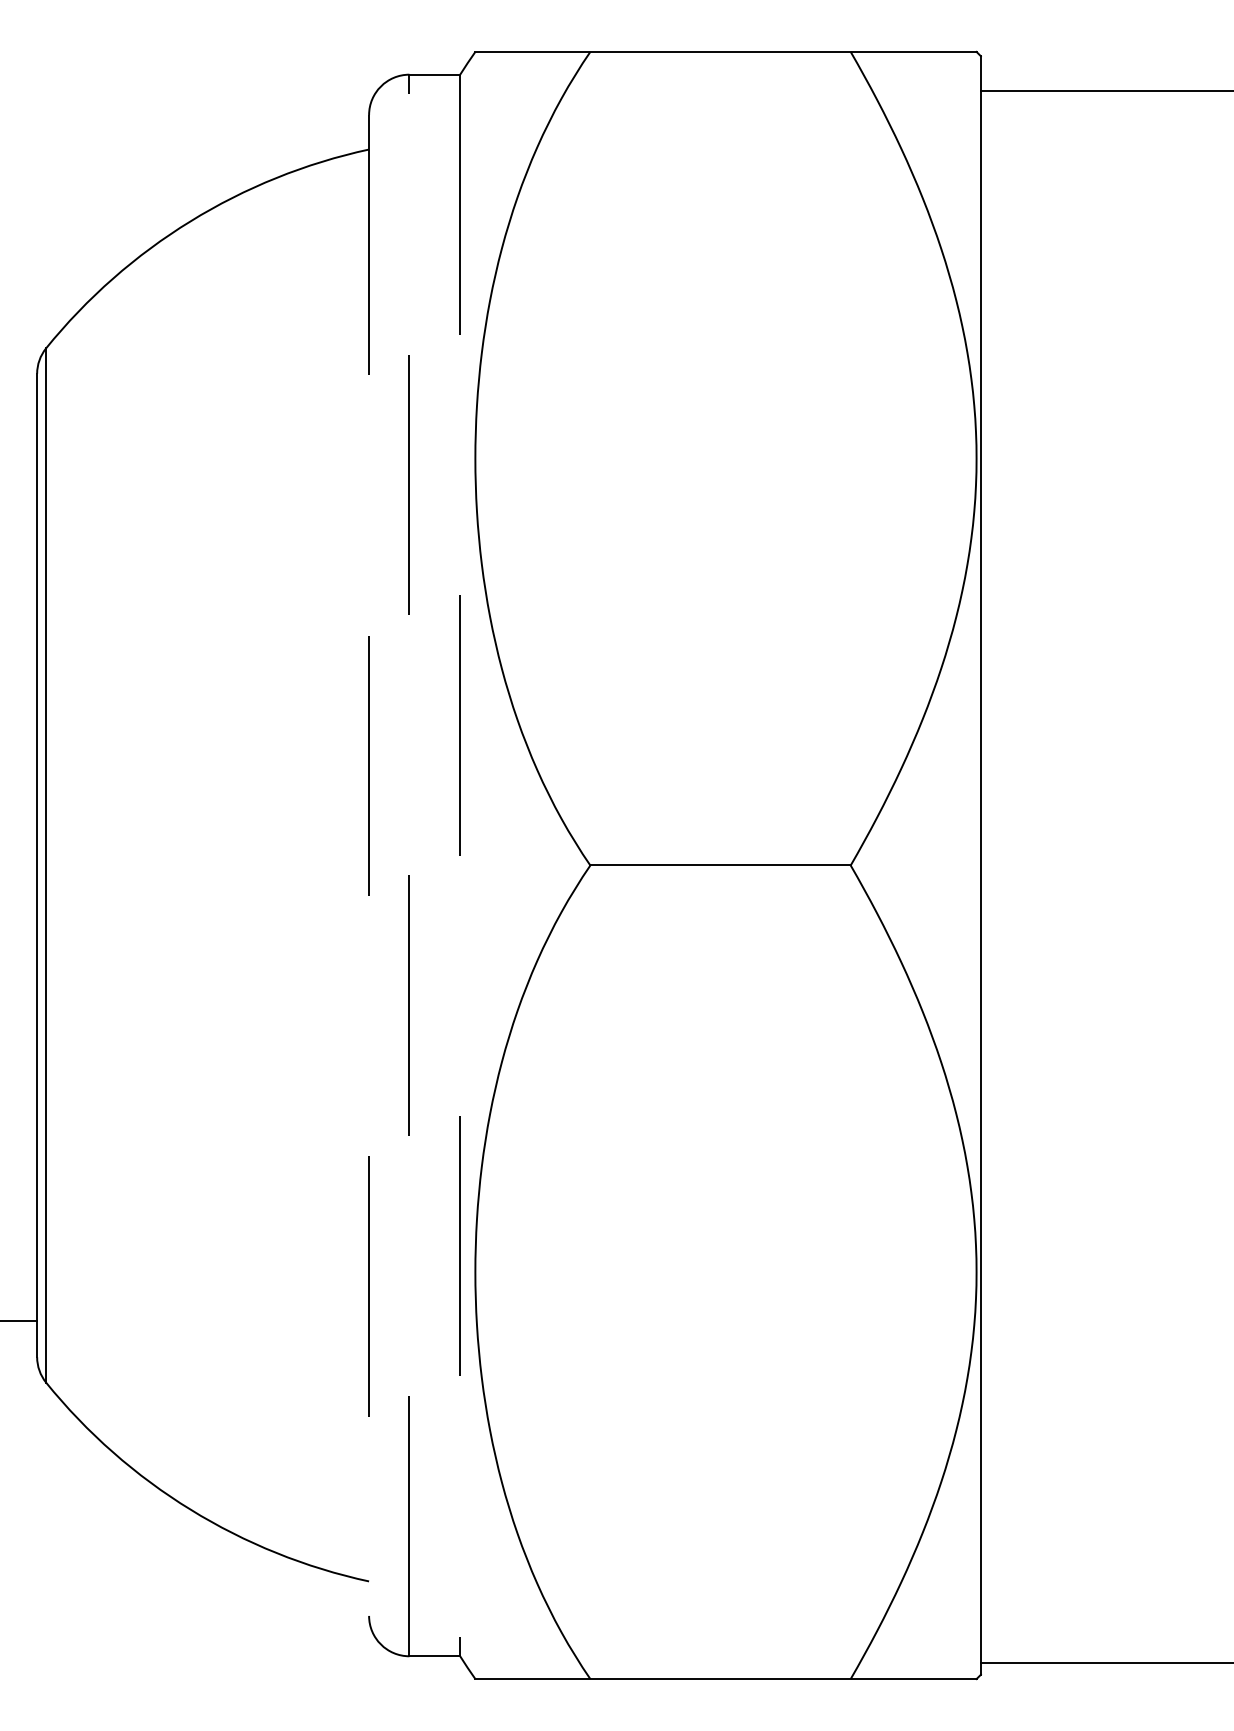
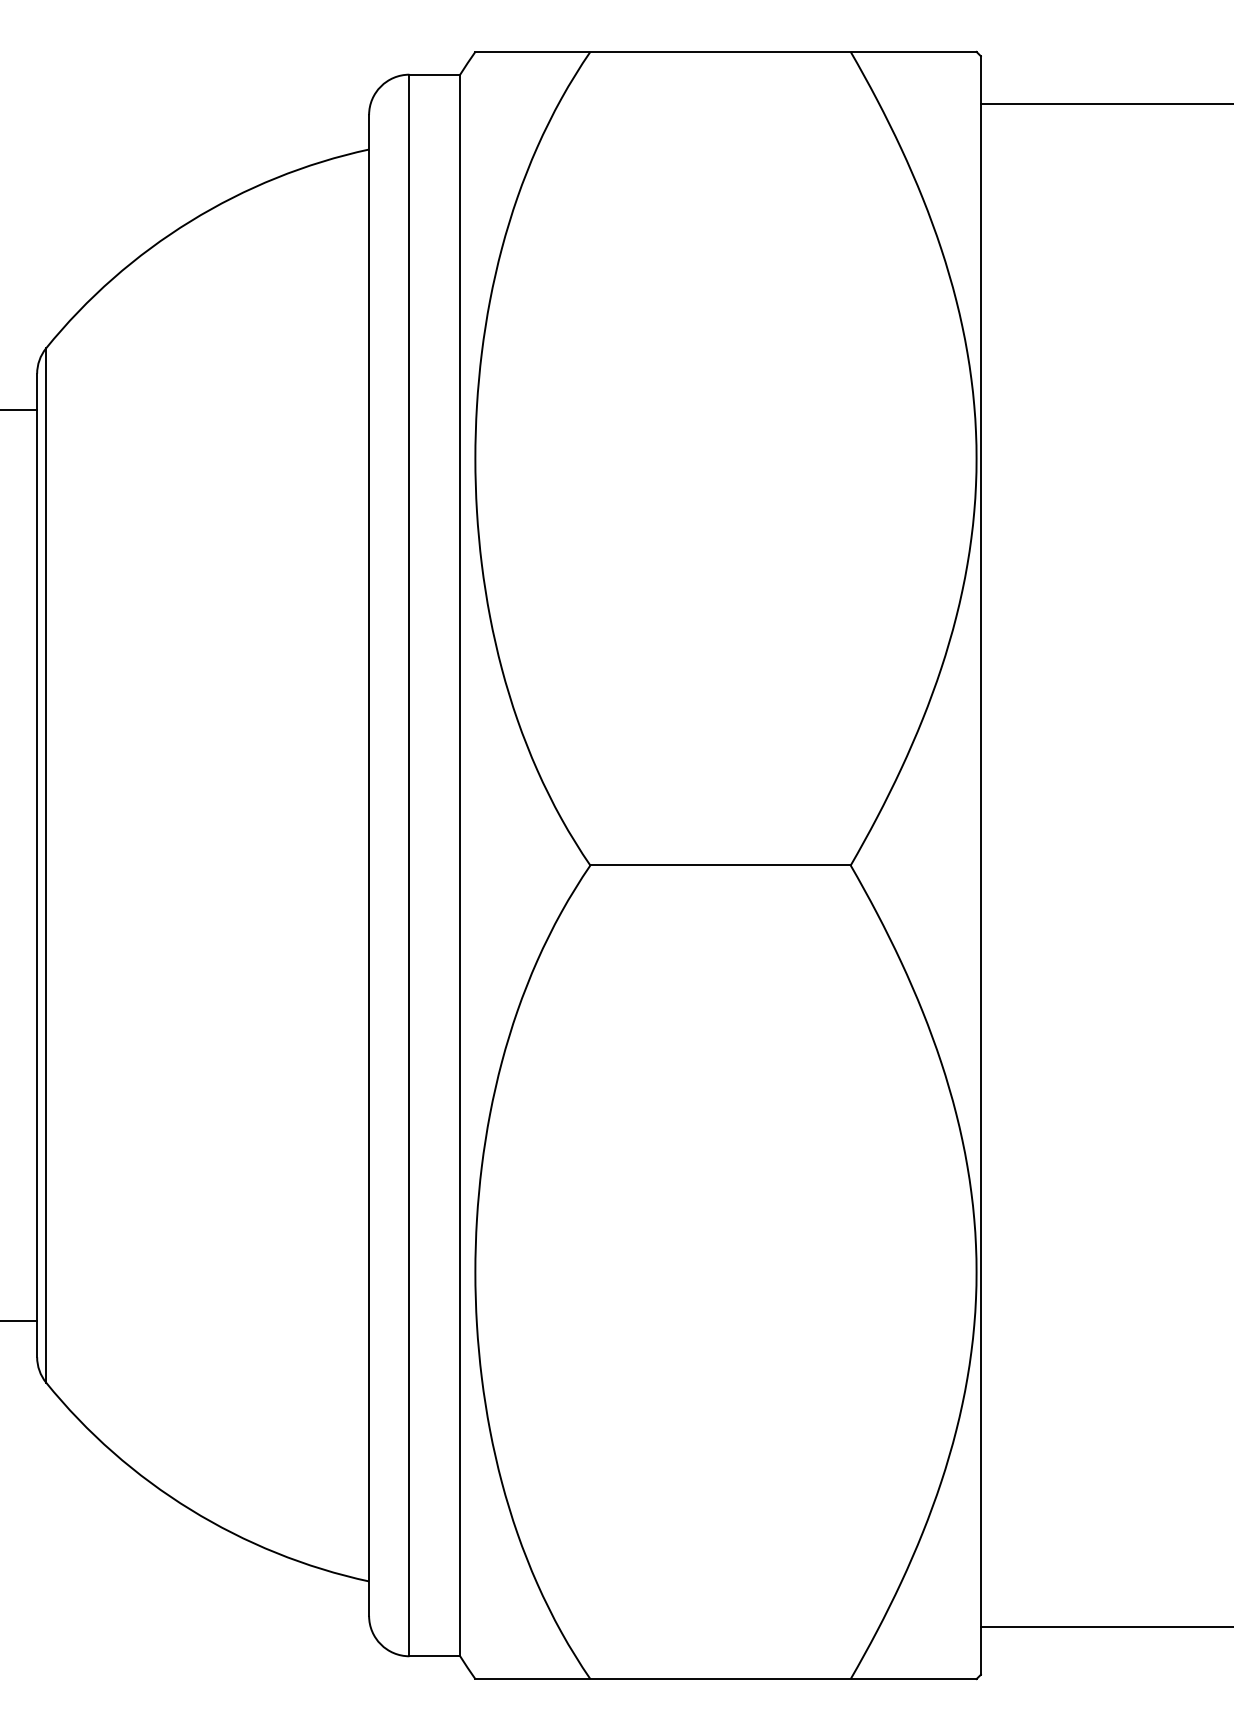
line at (1105, 90) position: (1105, 90) -> (1105, 103)
line at (19, 409): none -> present
line at (369, 865): dashed -> solid
line at (409, 865): dashed -> solid
line at (460, 865): dashed -> solid
line at (1105, 1662) position: (1105, 1662) -> (1105, 1626)
